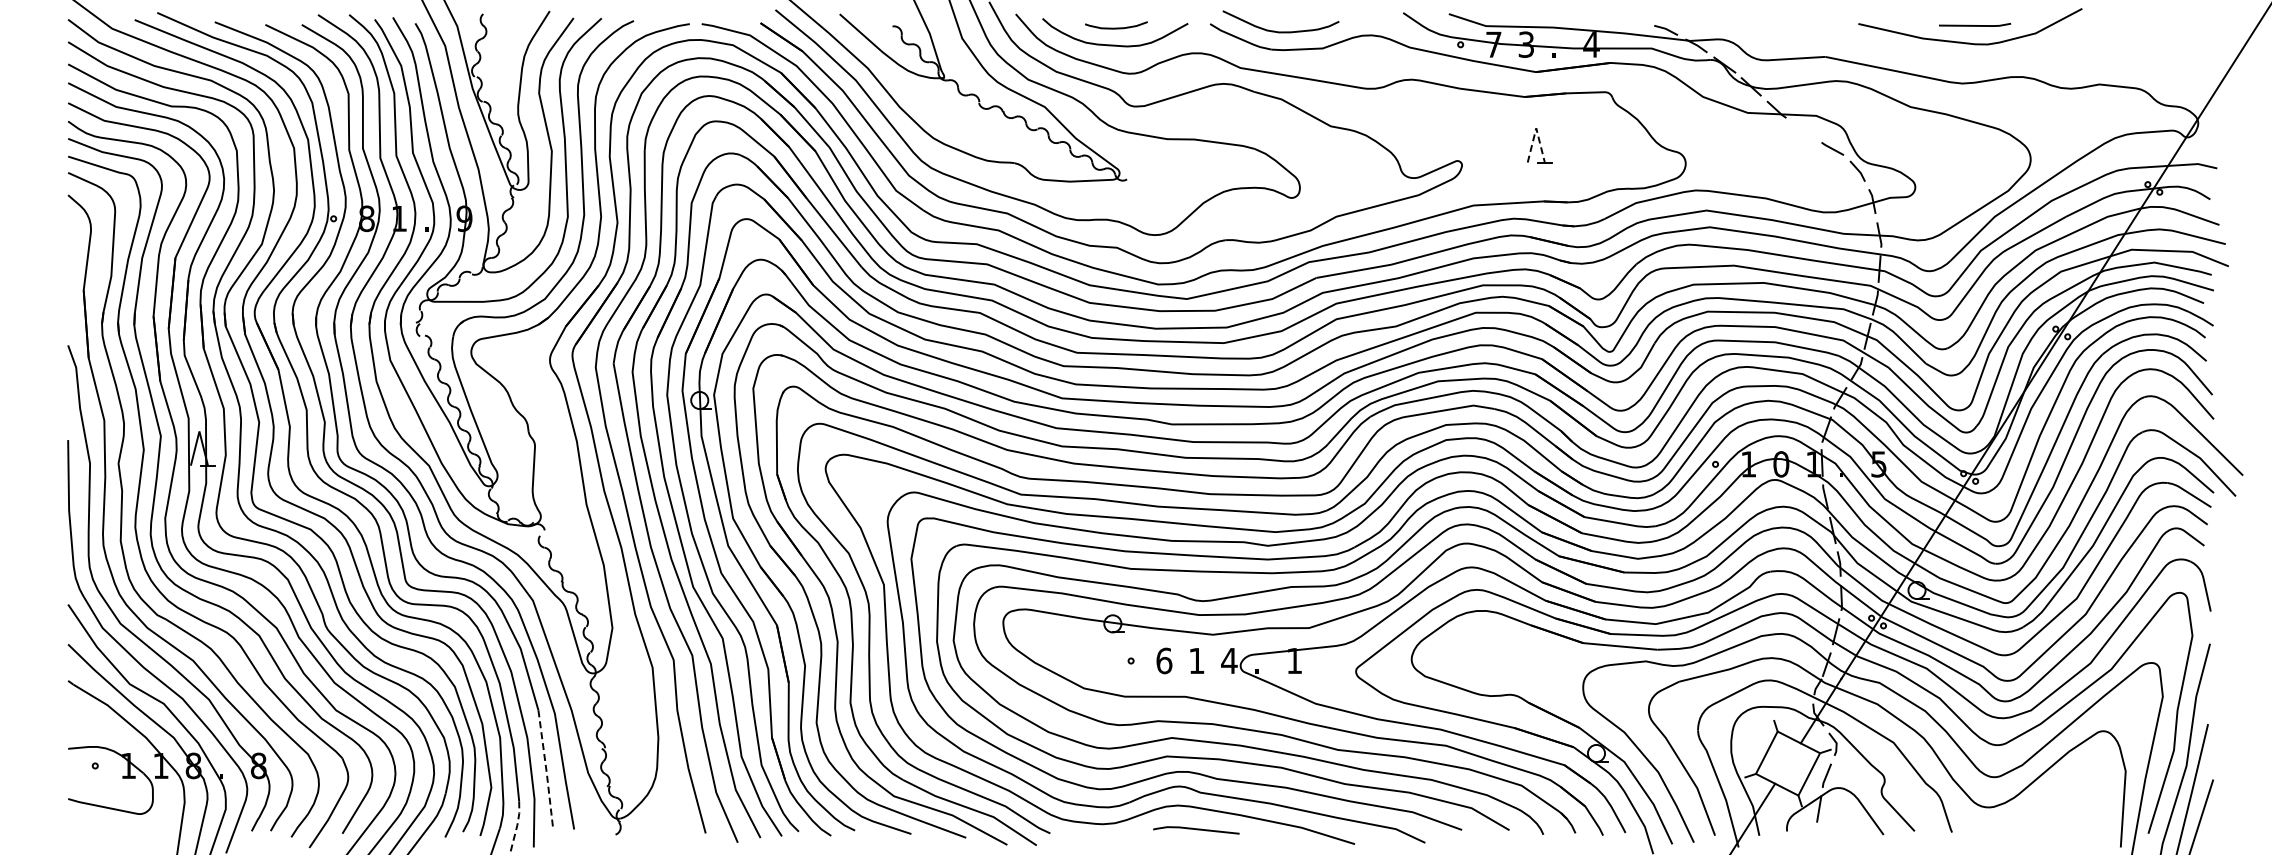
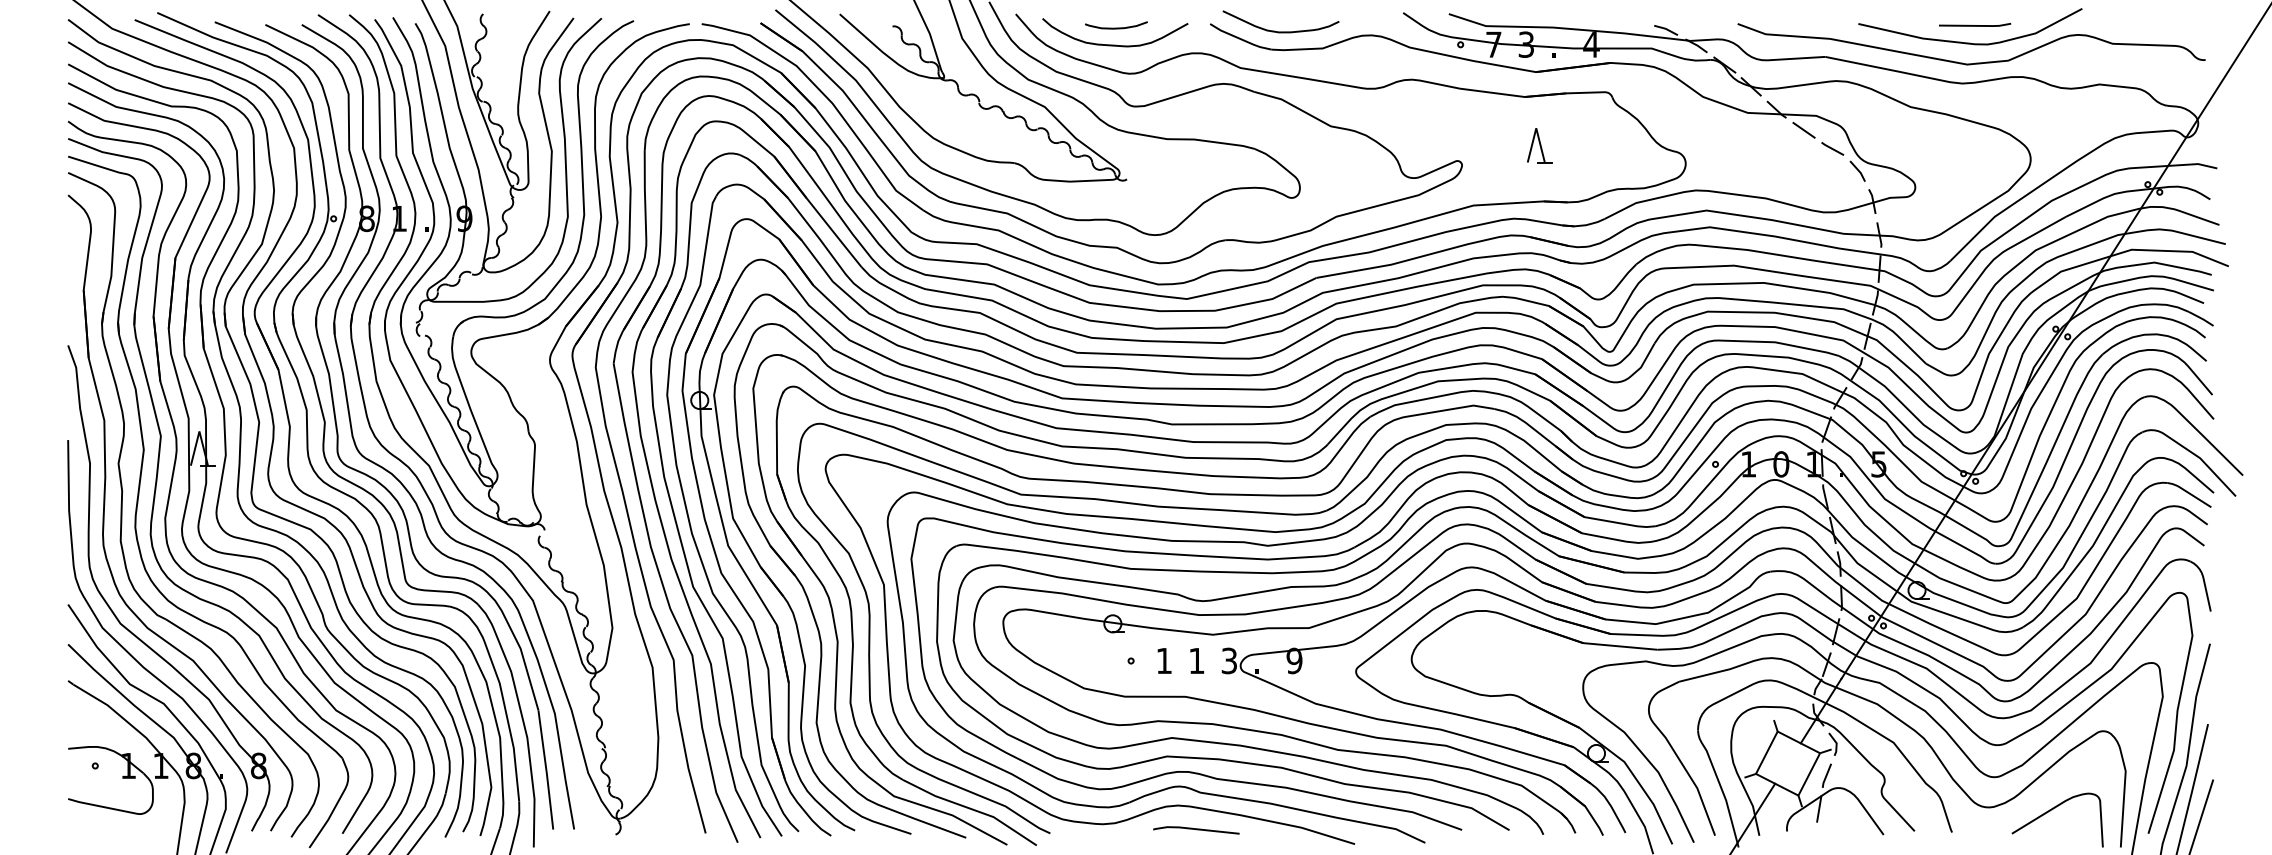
part at (1975, 62): none -> present
line at (1536, 128): dashed -> solid
line at (1803, 129): none -> present
text at (1164, 660): 6 -> 1
text at (1229, 660): 4 -> 3
text at (1294, 660): 1 -> 9
line at (546, 770): dashed -> solid
curve at (2052, 810): none -> present
line at (516, 827): dashed -> solid
